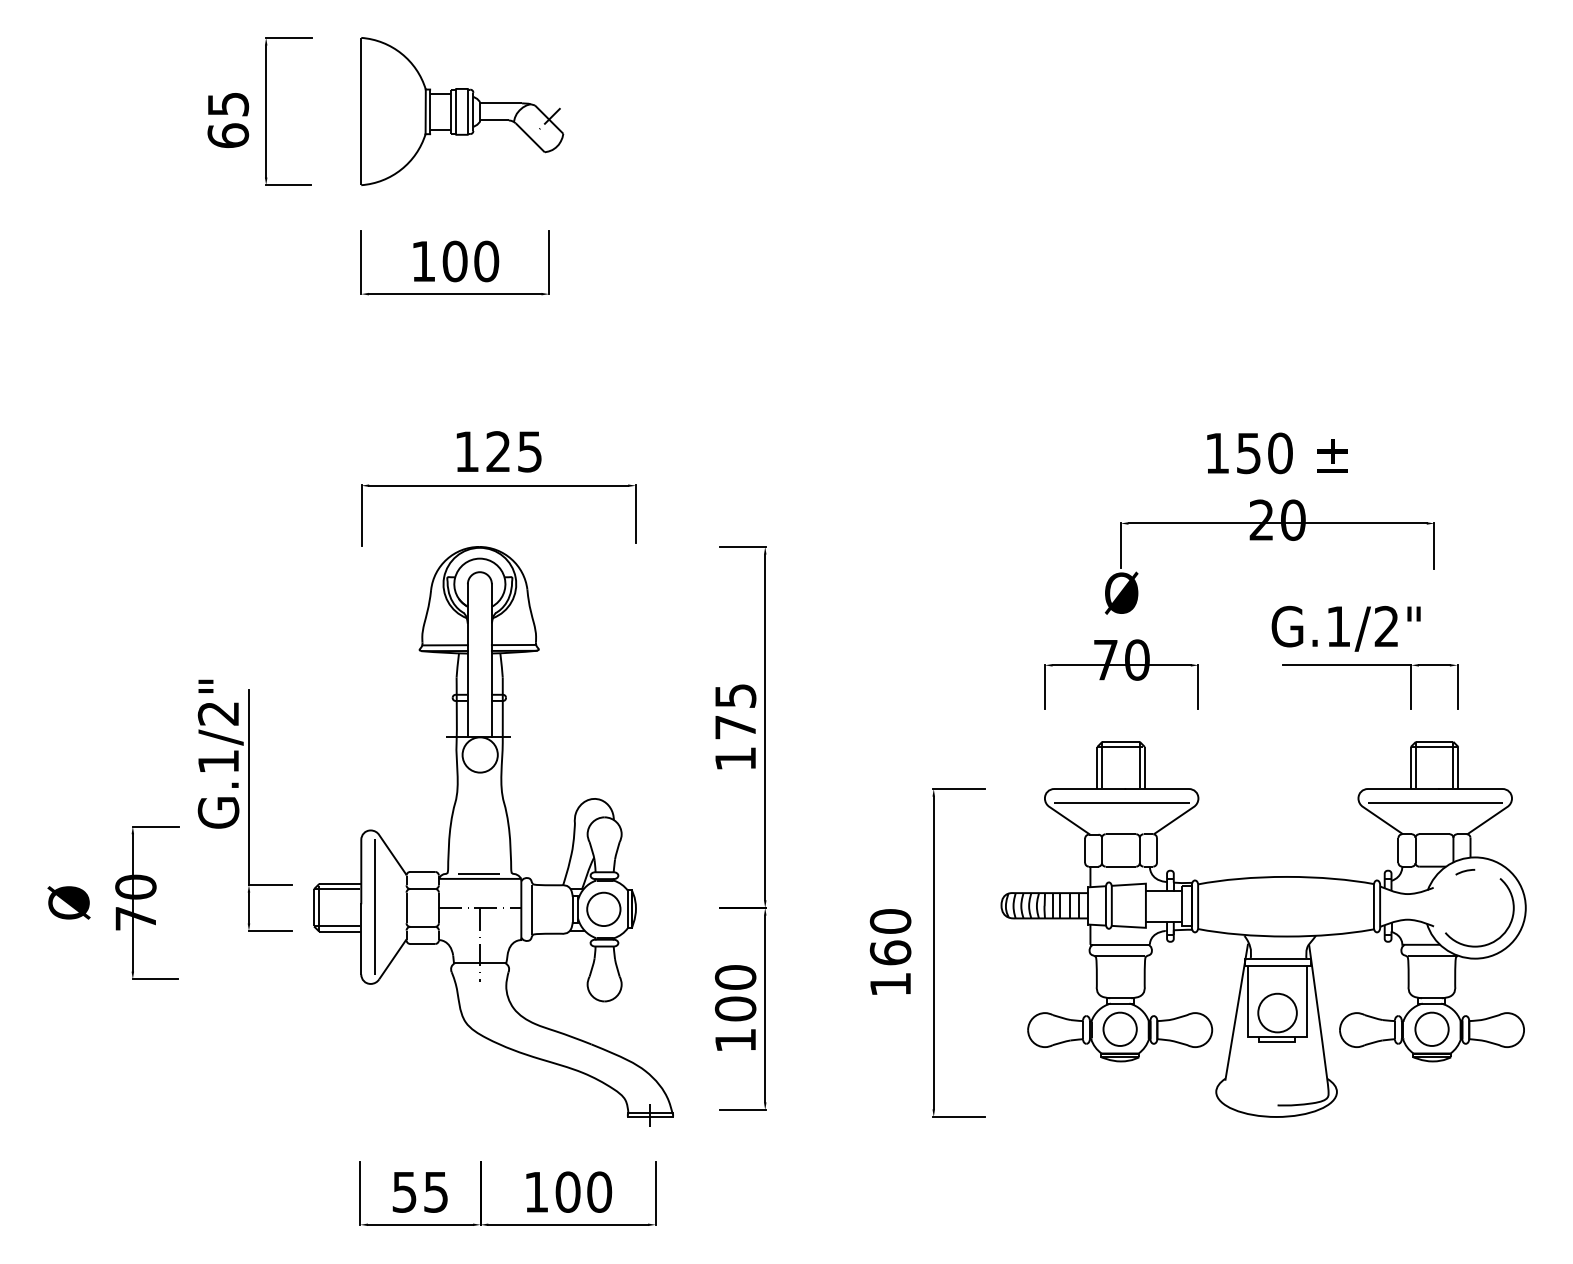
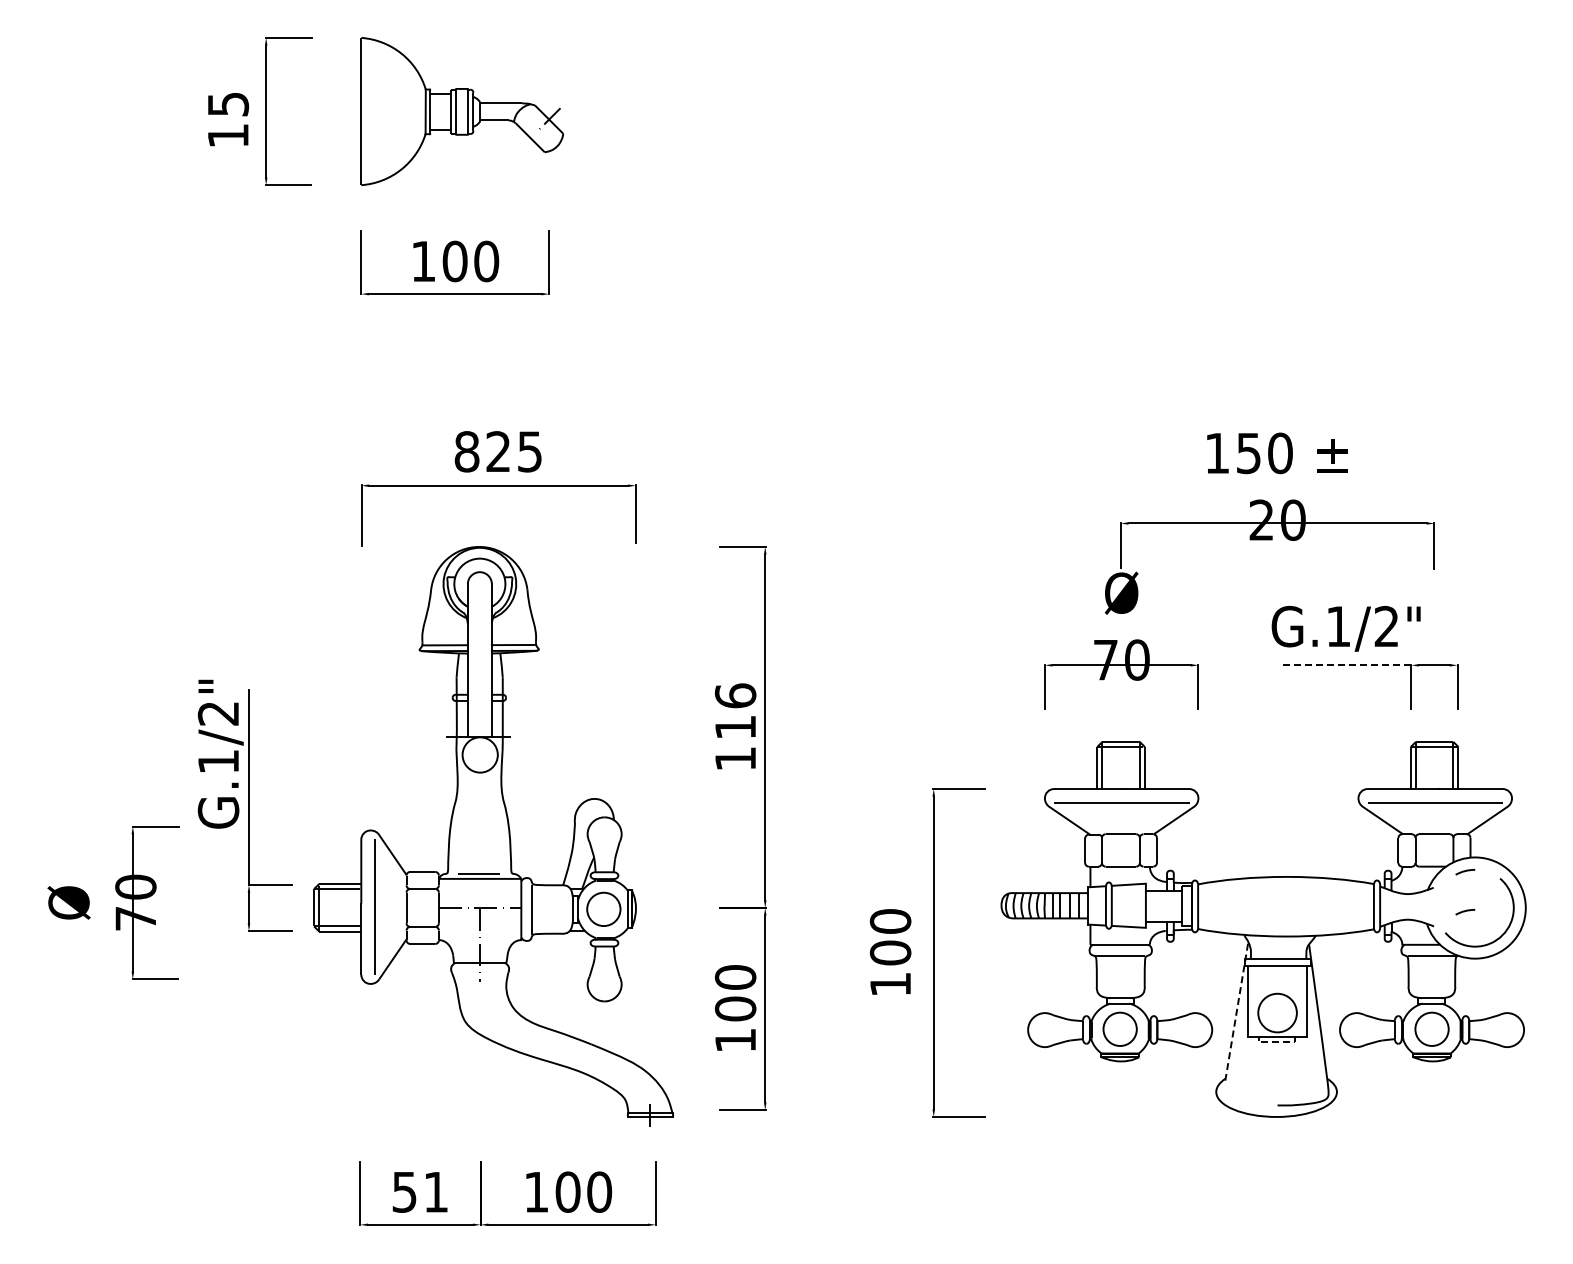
text at (228, 135): 65 -> 15
text at (466, 451): 125 -> 825
line at (1346, 665): solid -> dashed
text at (735, 711): 175 -> 116
curve at (1465, 911): none -> present
text at (890, 952): 160 -> 100
line at (1236, 1012): solid -> dashed
line at (1276, 1042): solid -> dashed
text at (435, 1192): 55 -> 51
